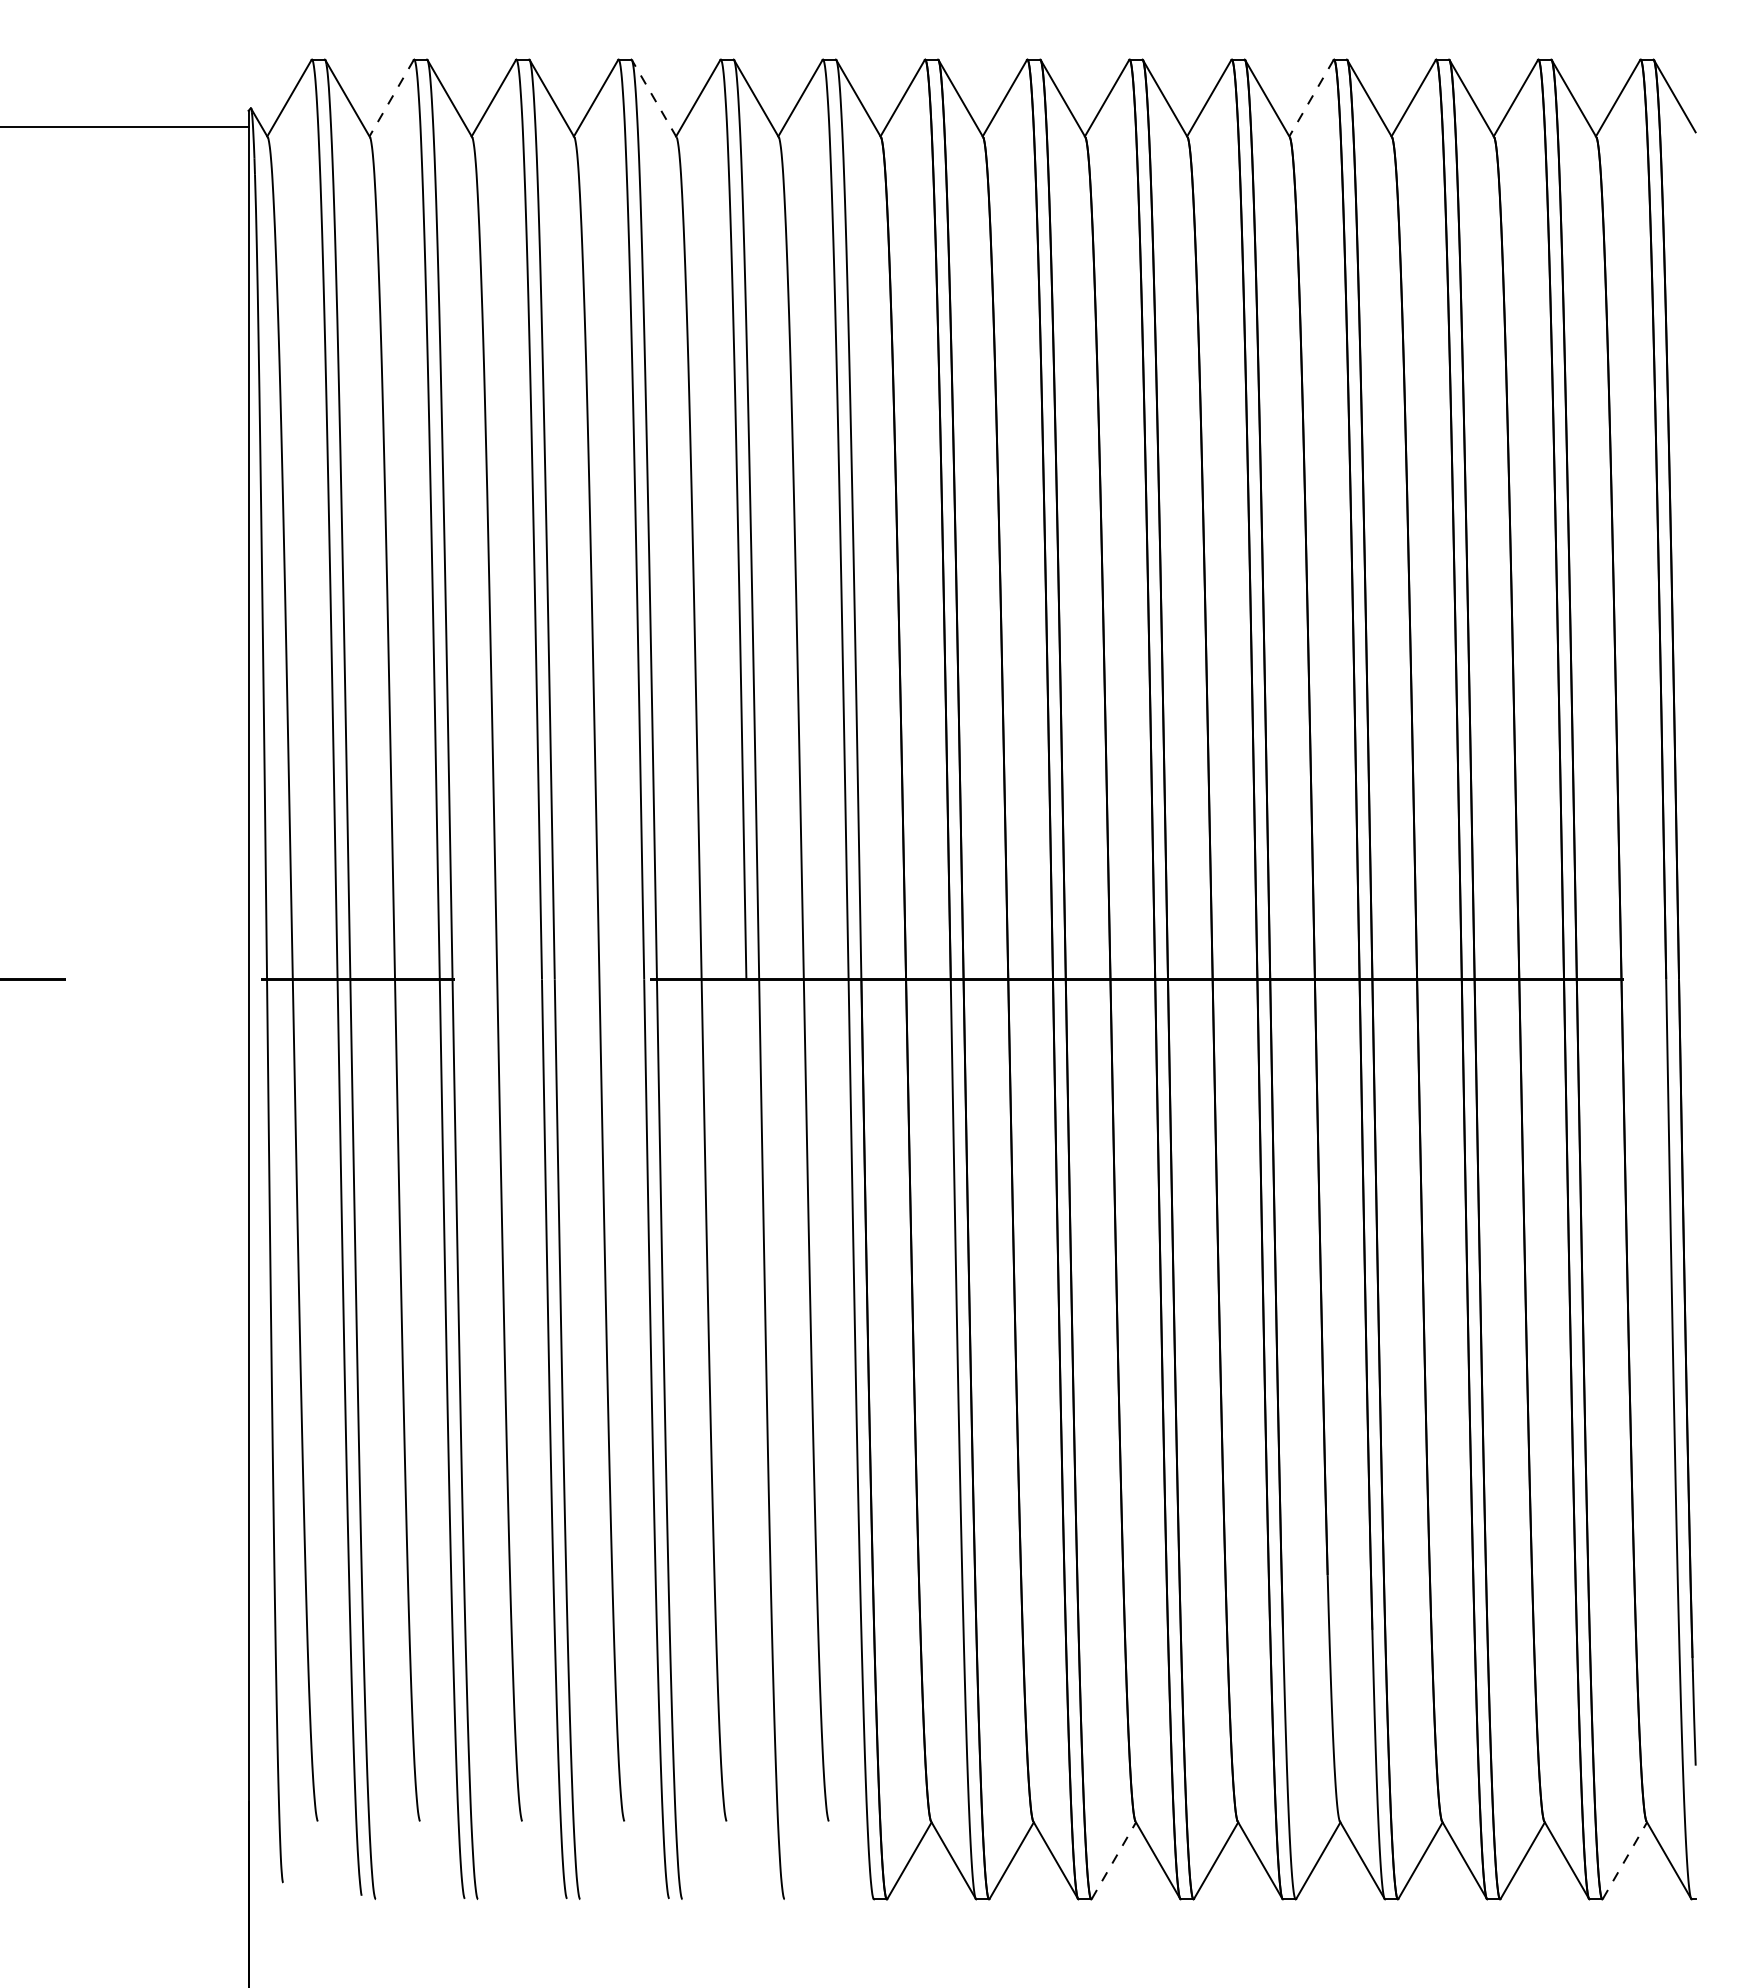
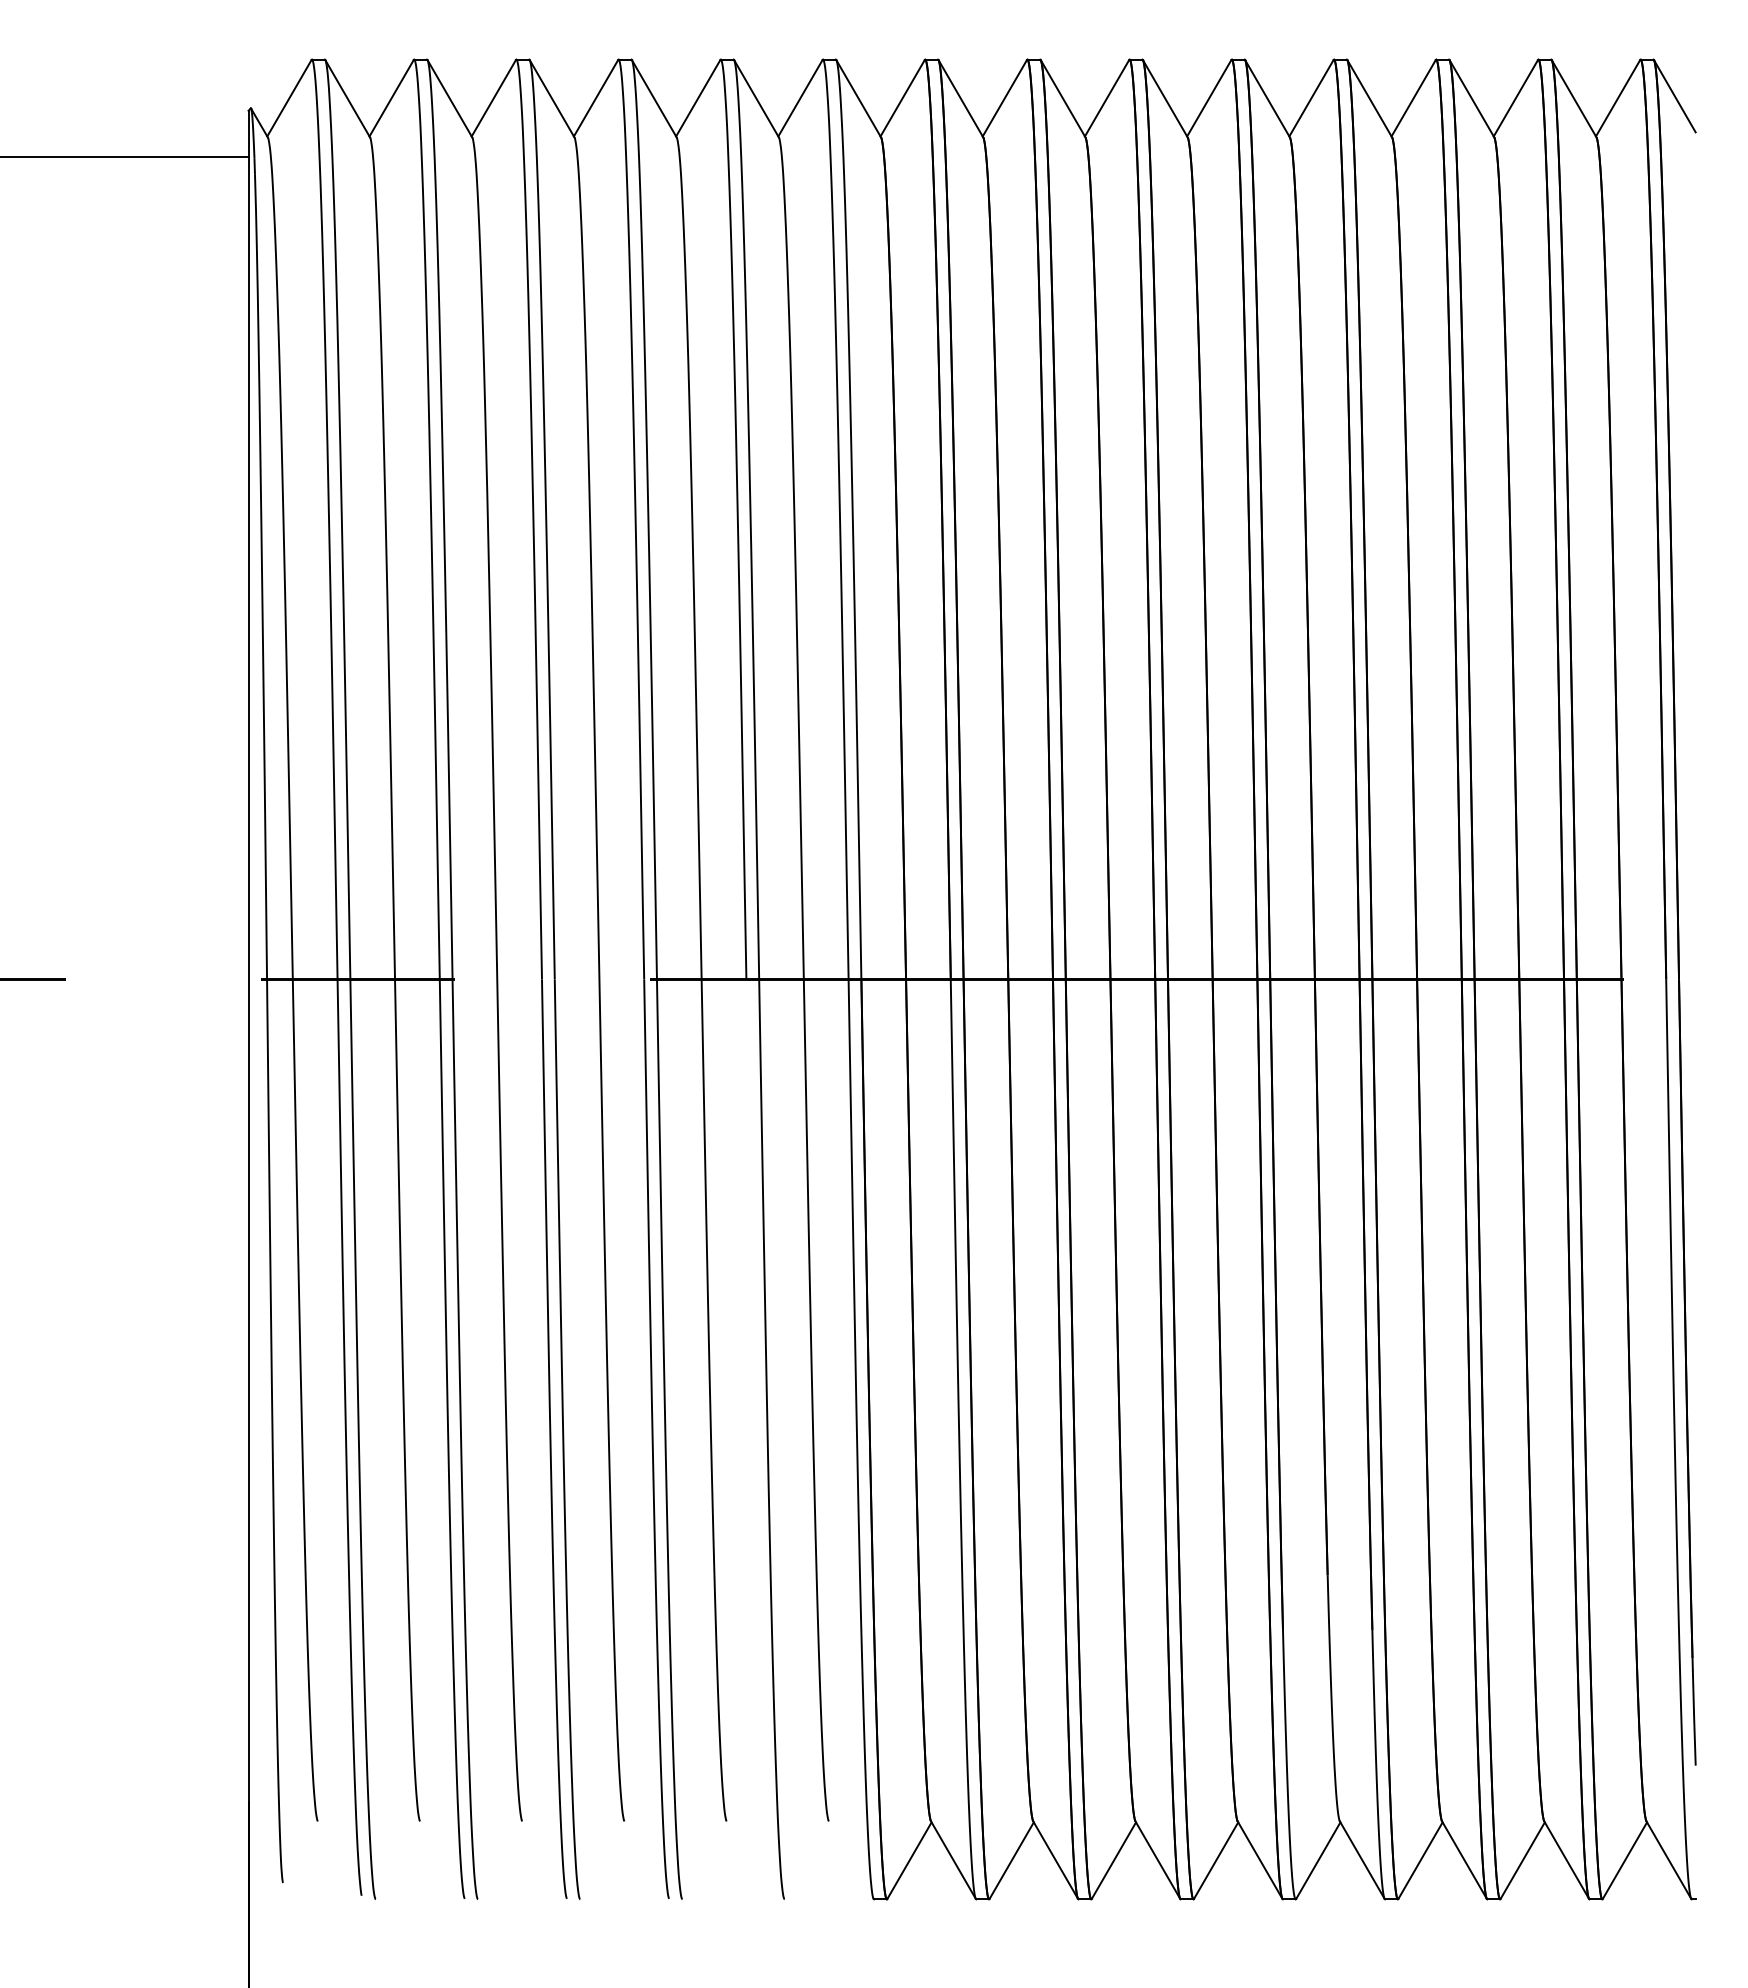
line at (391, 98): dashed -> solid
line at (654, 98): dashed -> solid
line at (1311, 98): dashed -> solid
line at (125, 126) position: (125, 126) -> (125, 156)
line at (1114, 1860): dashed -> solid
line at (1625, 1860): dashed -> solid
